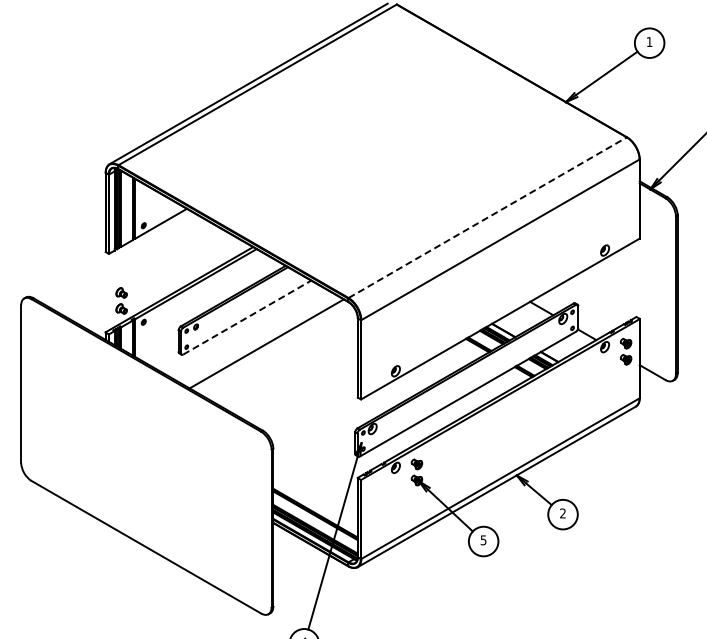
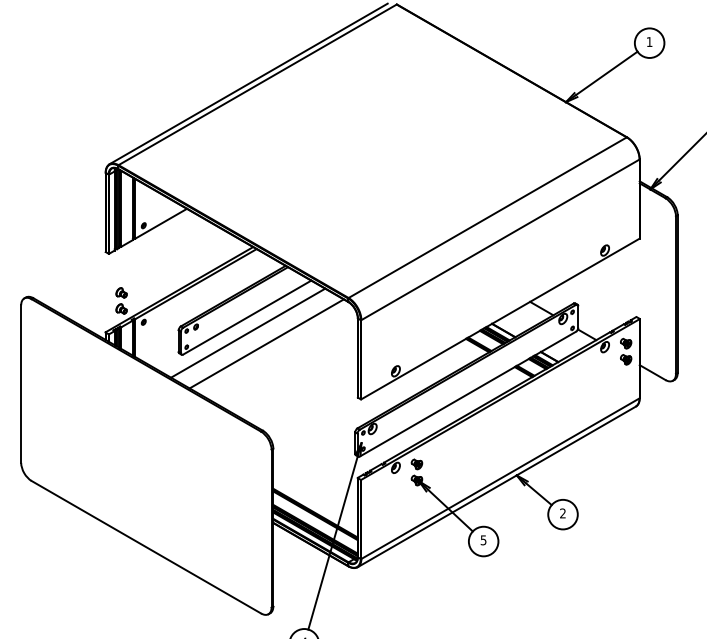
line at (487, 217): dashed -> solid
line at (247, 317): dashed -> solid
line at (248, 332): none -> present
